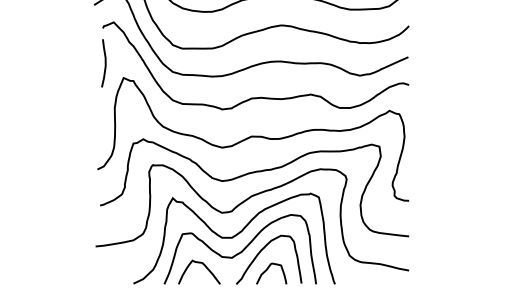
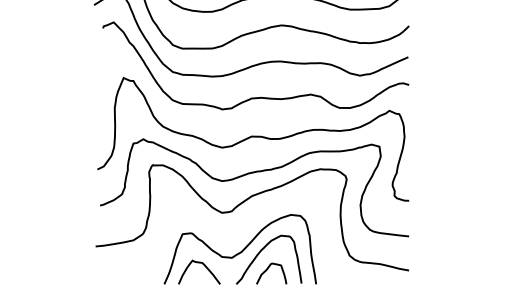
curve at (104, 63): present -> none
curve at (234, 237): present -> none
